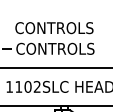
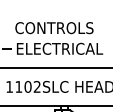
text at (59, 48): CONTROLS -> ELECTRICAL
